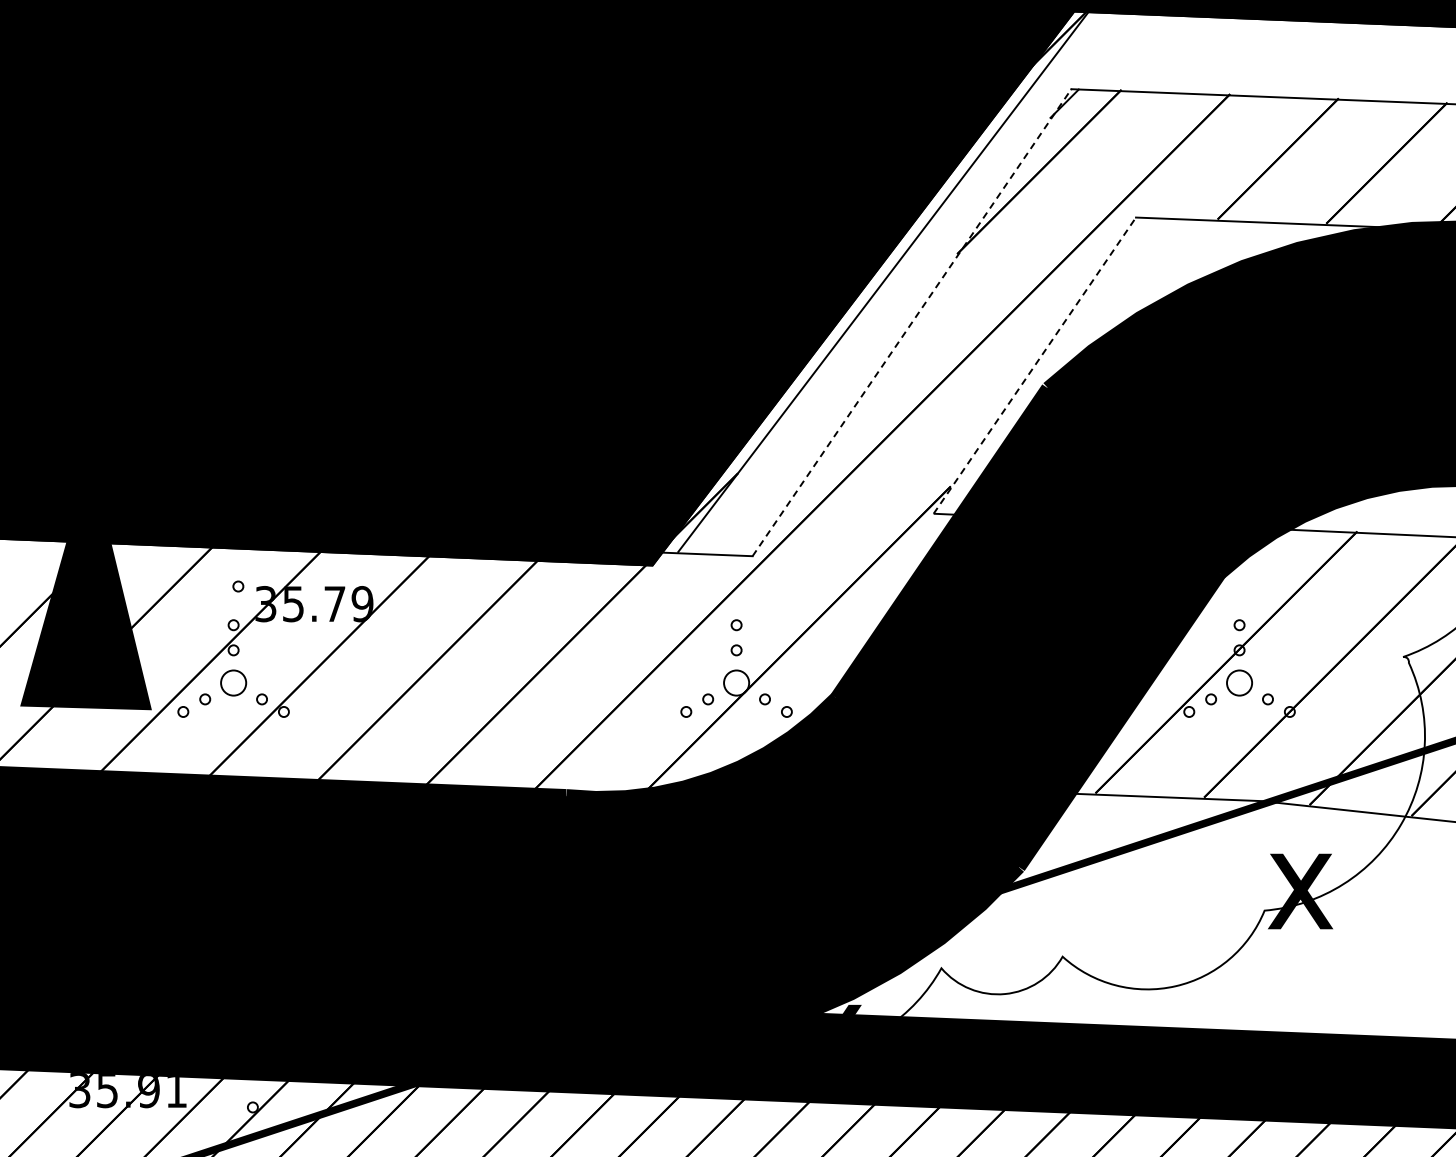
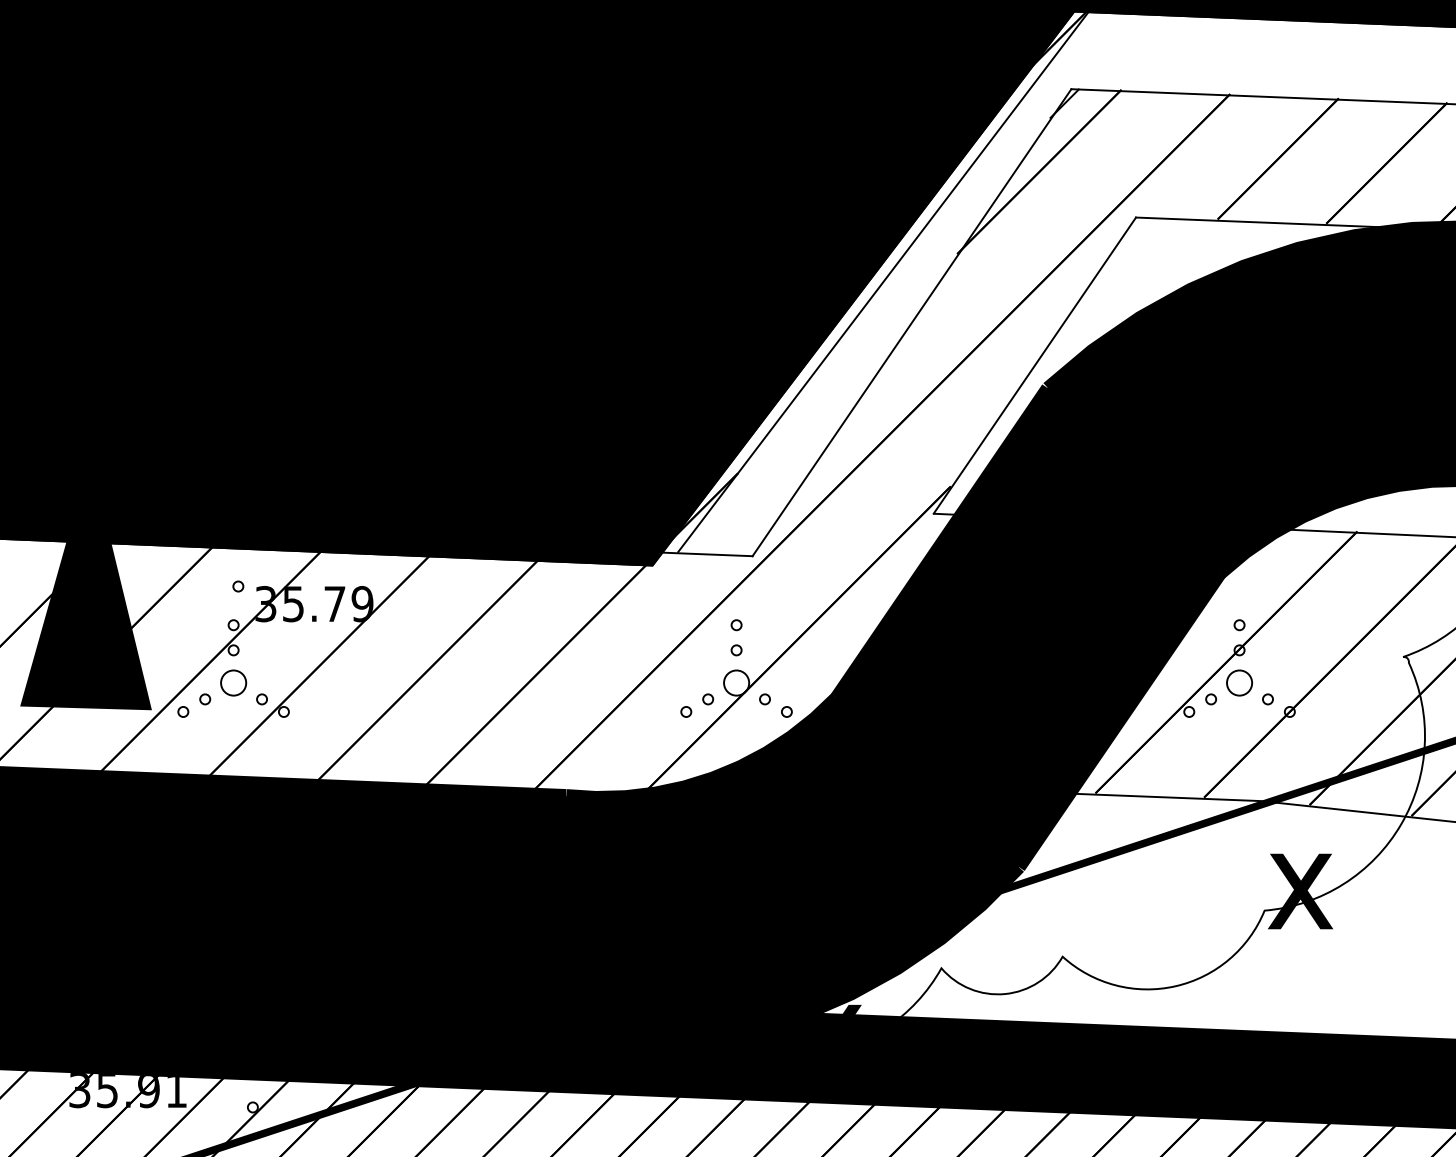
line at (911, 322): dashed -> solid
line at (1035, 365): dashed -> solid
